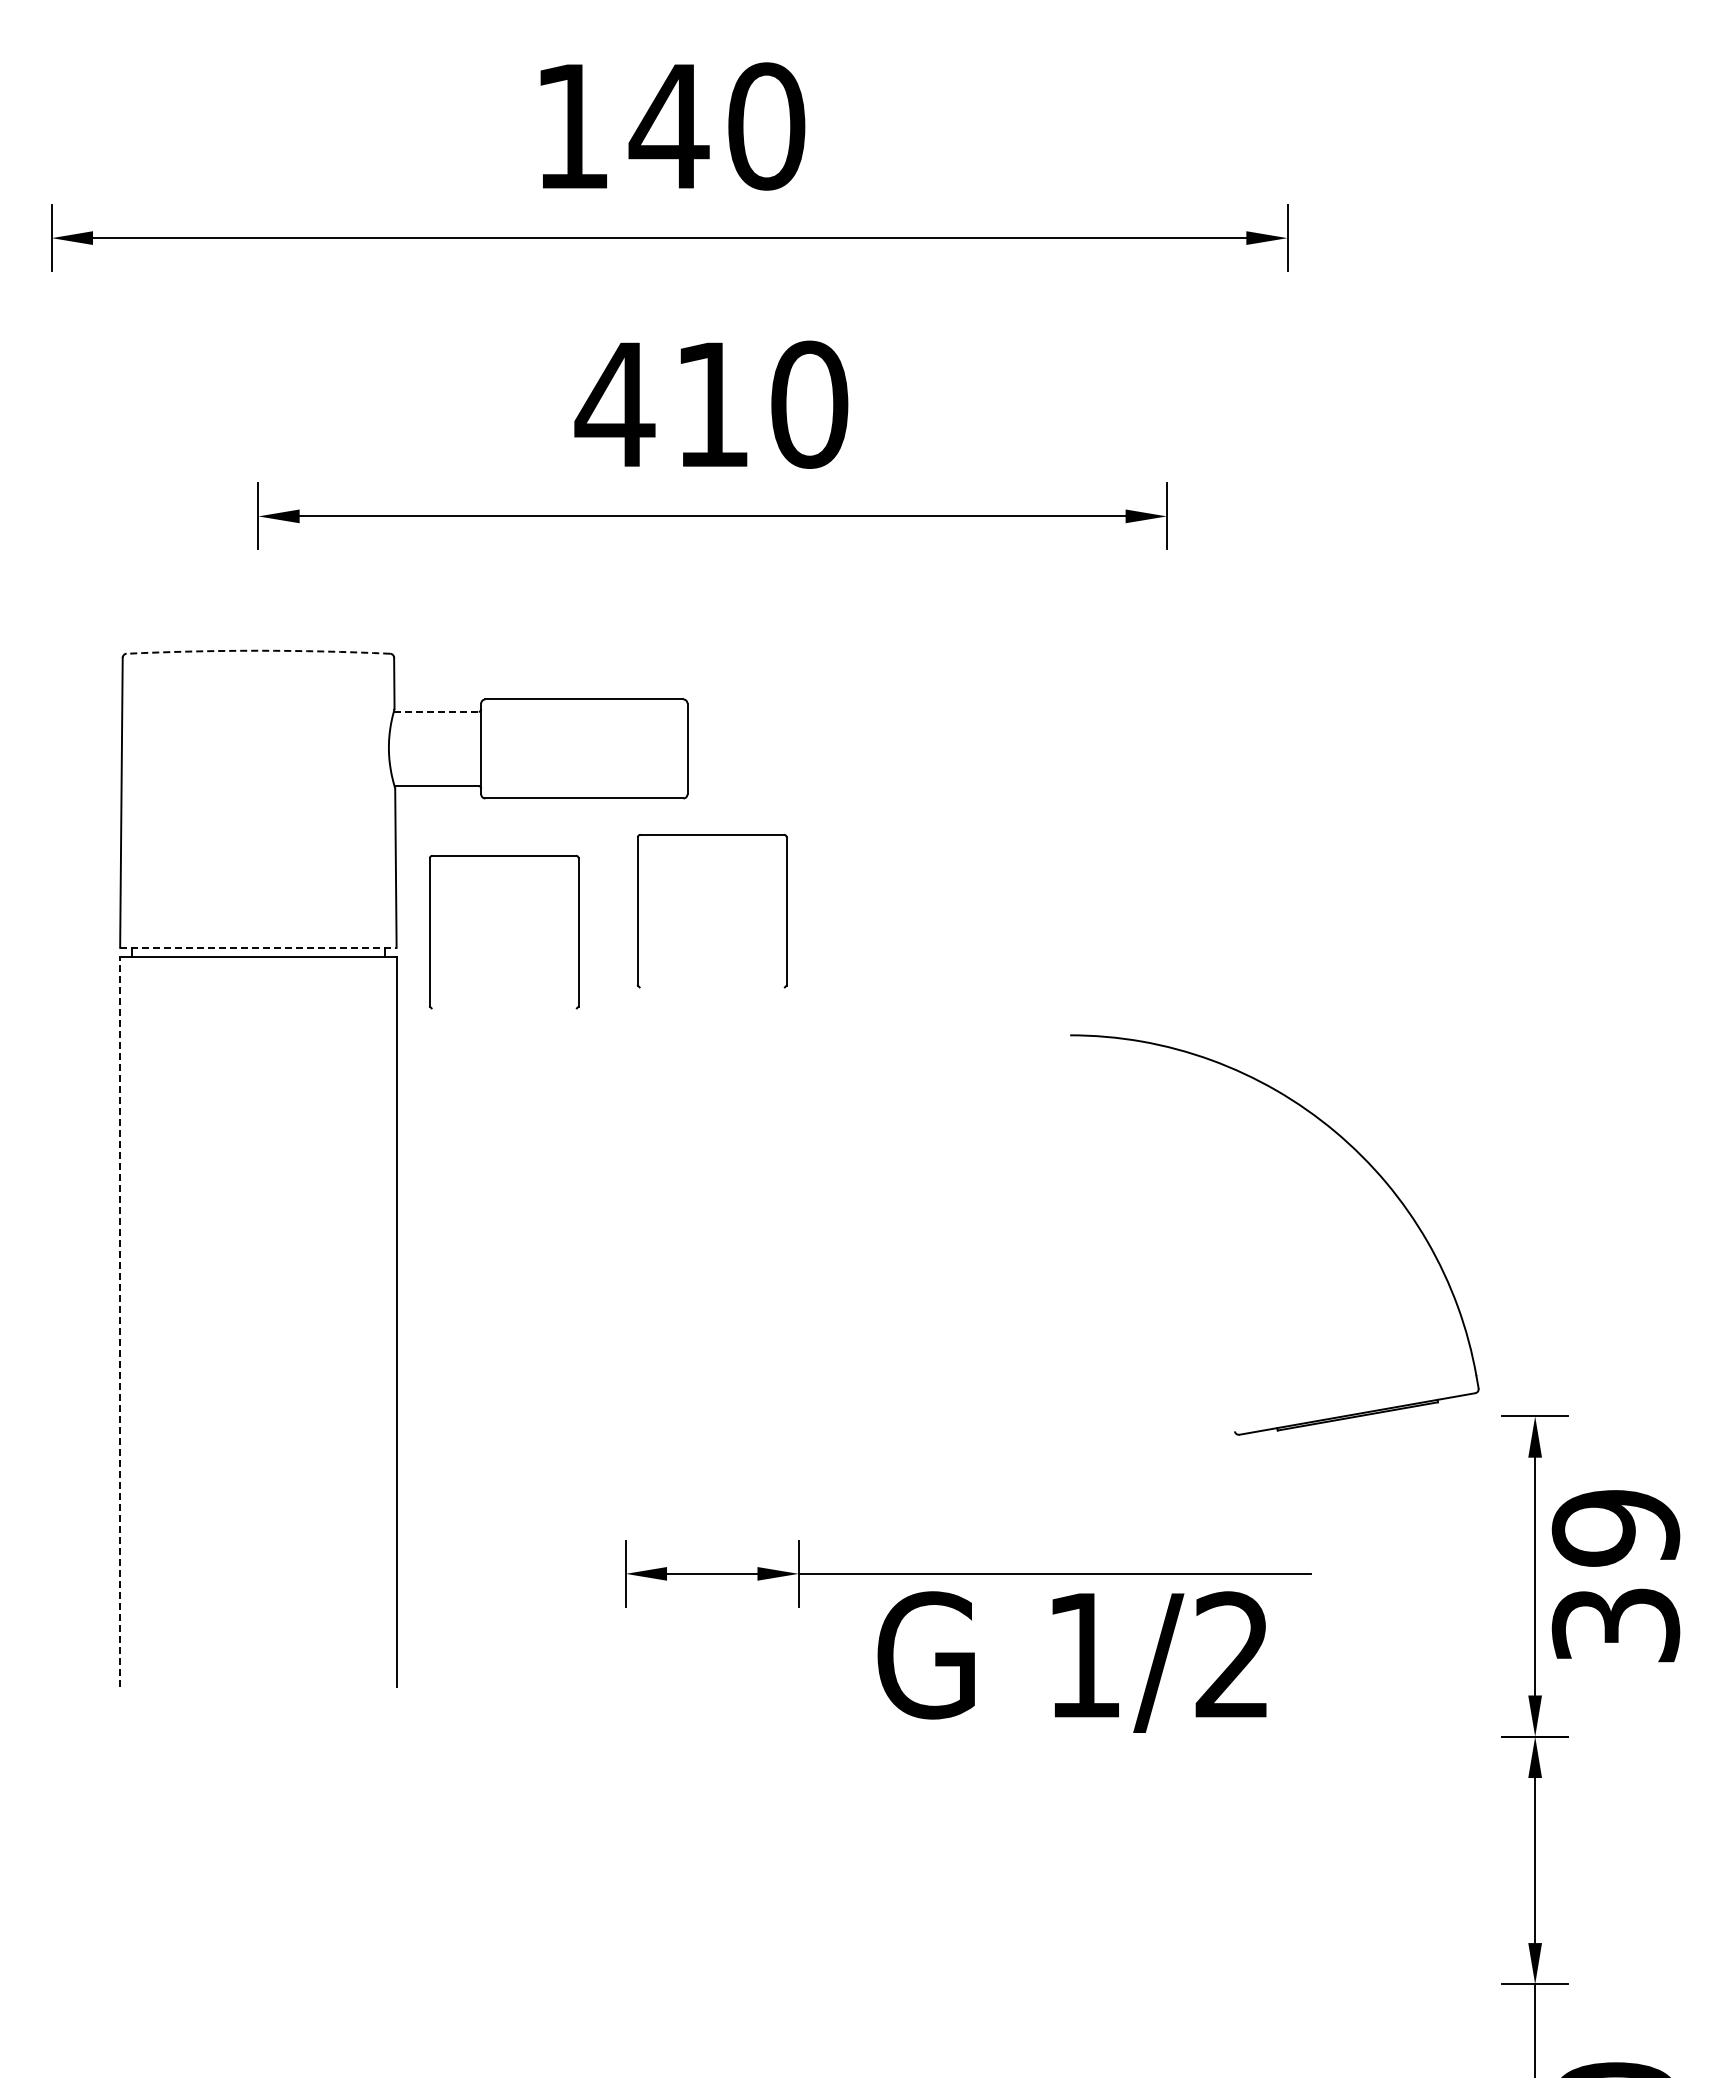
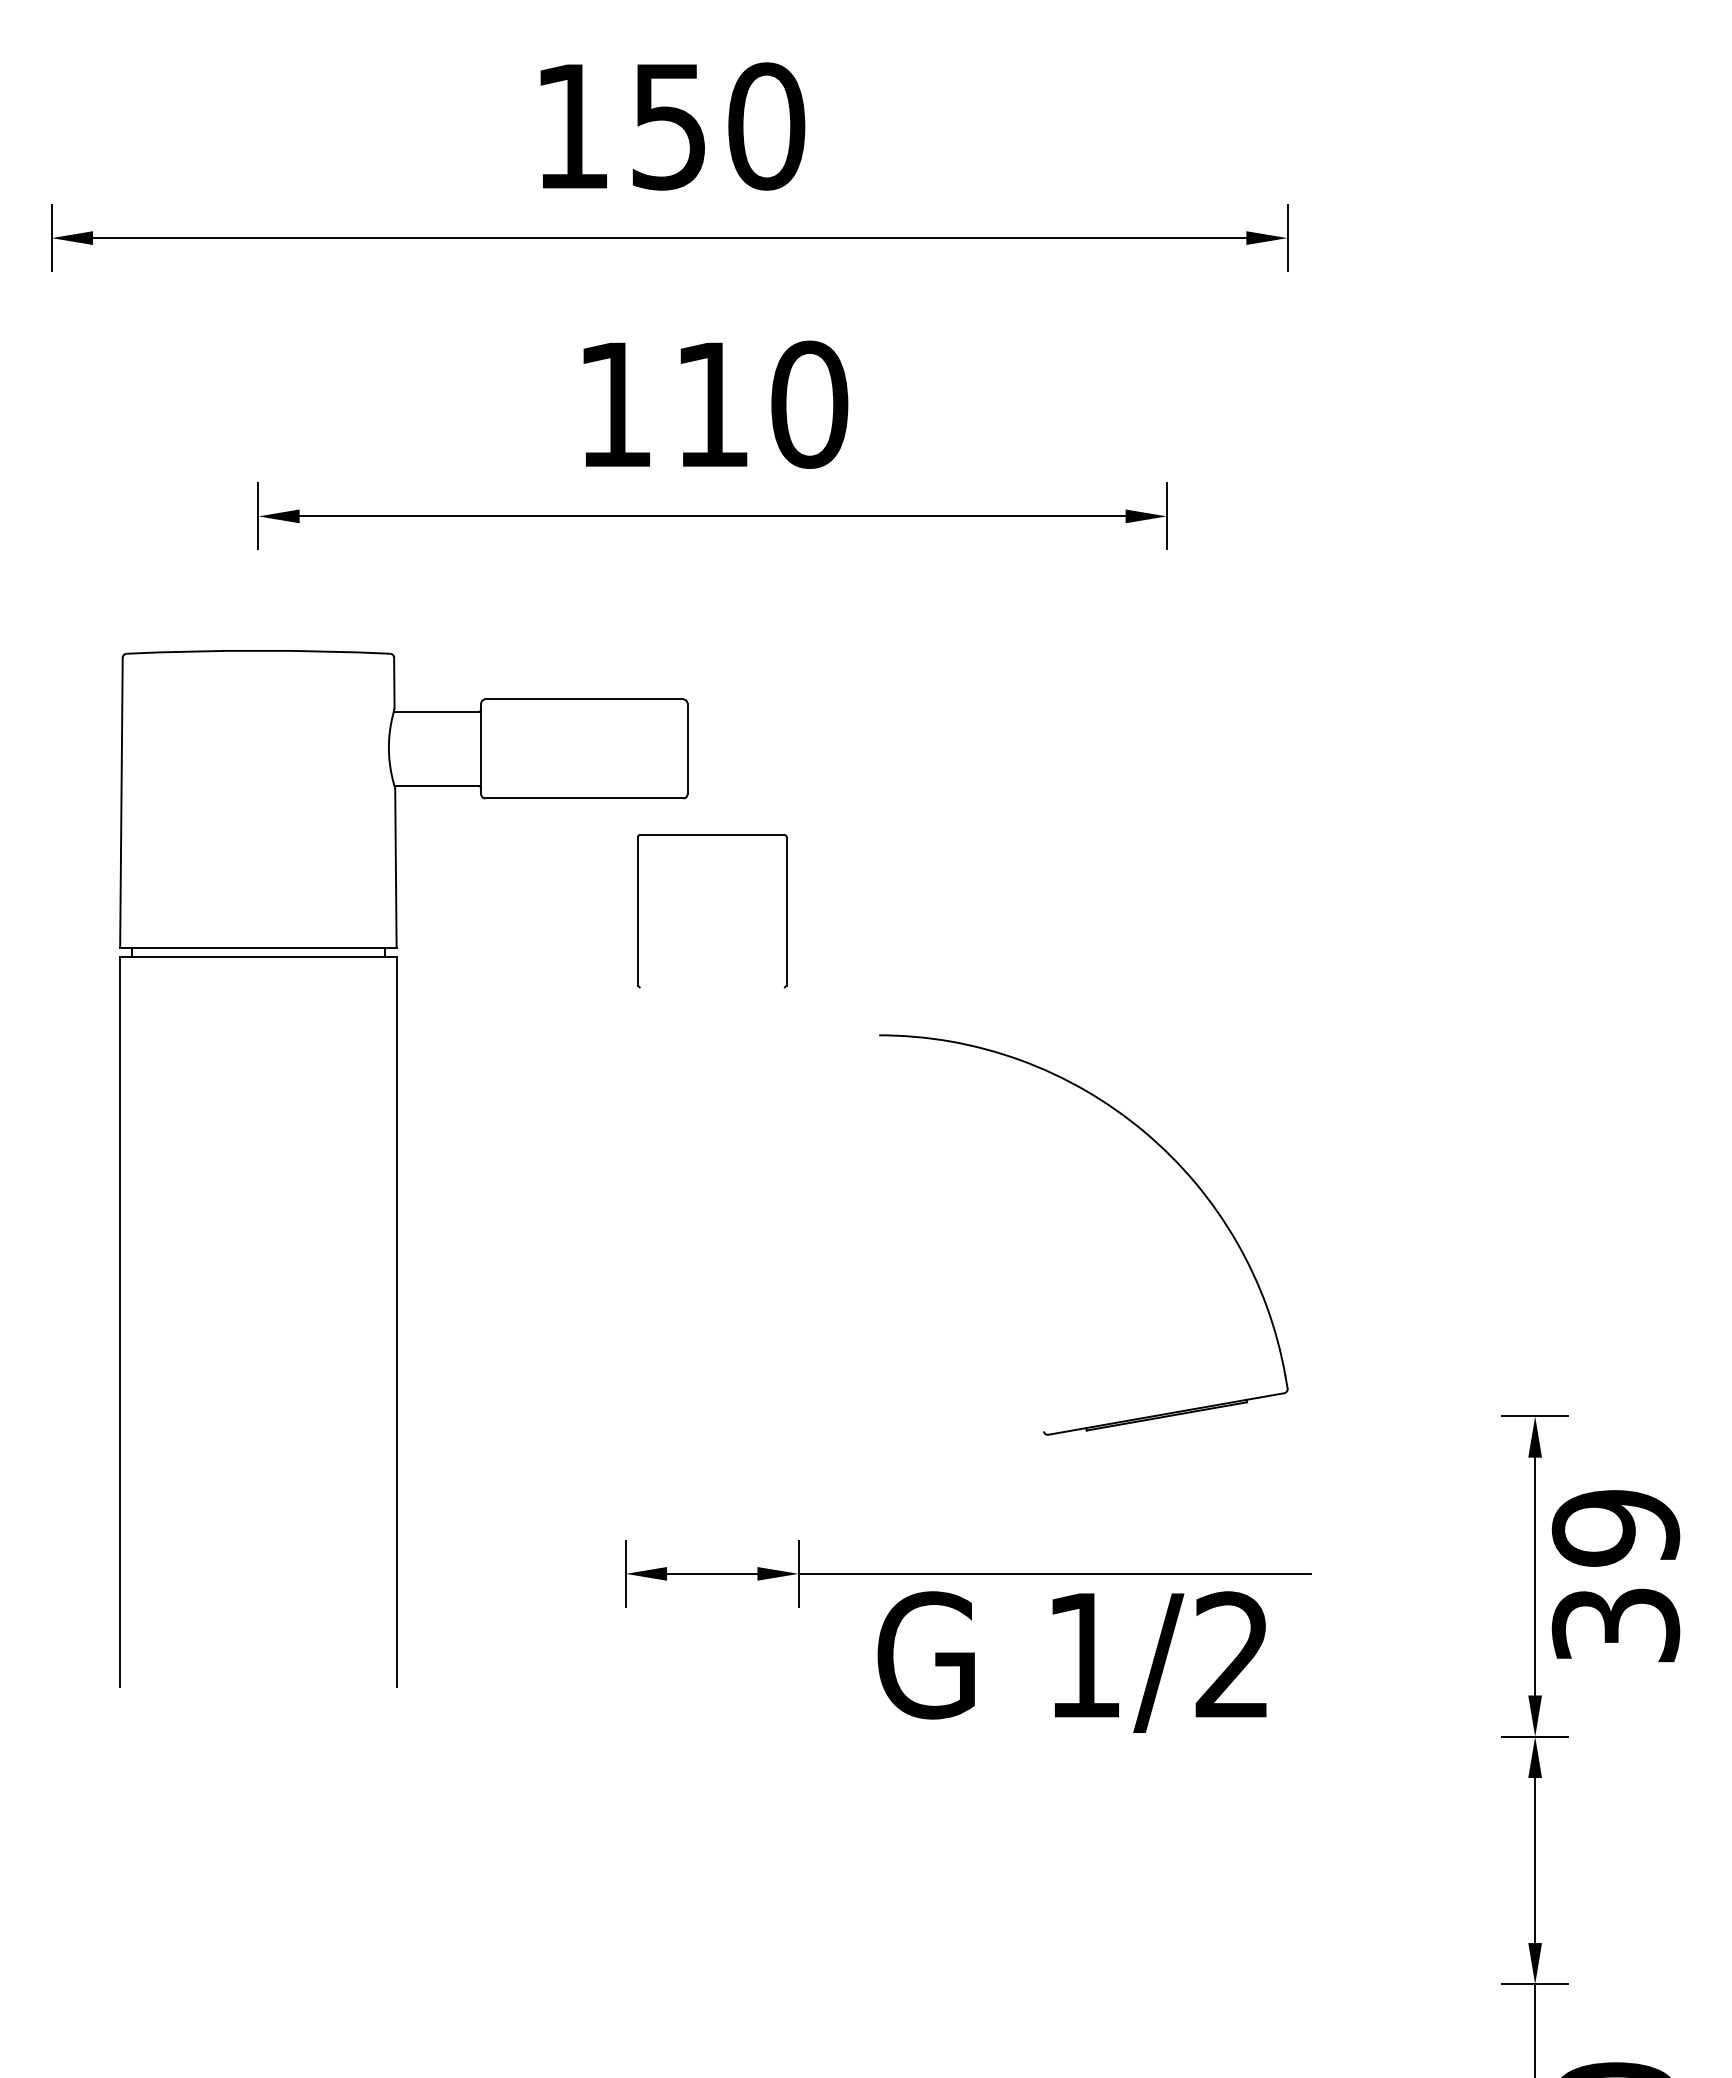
text at (668, 127): 140 -> 150
text at (614, 404): 410 -> 110
arc at (258, 650): dashed -> solid
line at (436, 711): dashed -> solid
part at (430, 932): present -> none
line at (258, 947): dashed -> solid
part at (1356, 1152) position: (1356, 1152) -> (1165, 1152)
line at (120, 1321): dashed -> solid
